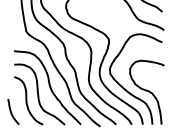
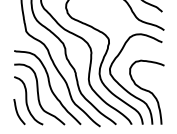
curve at (12, 112) position: (12, 112) -> (18, 112)
